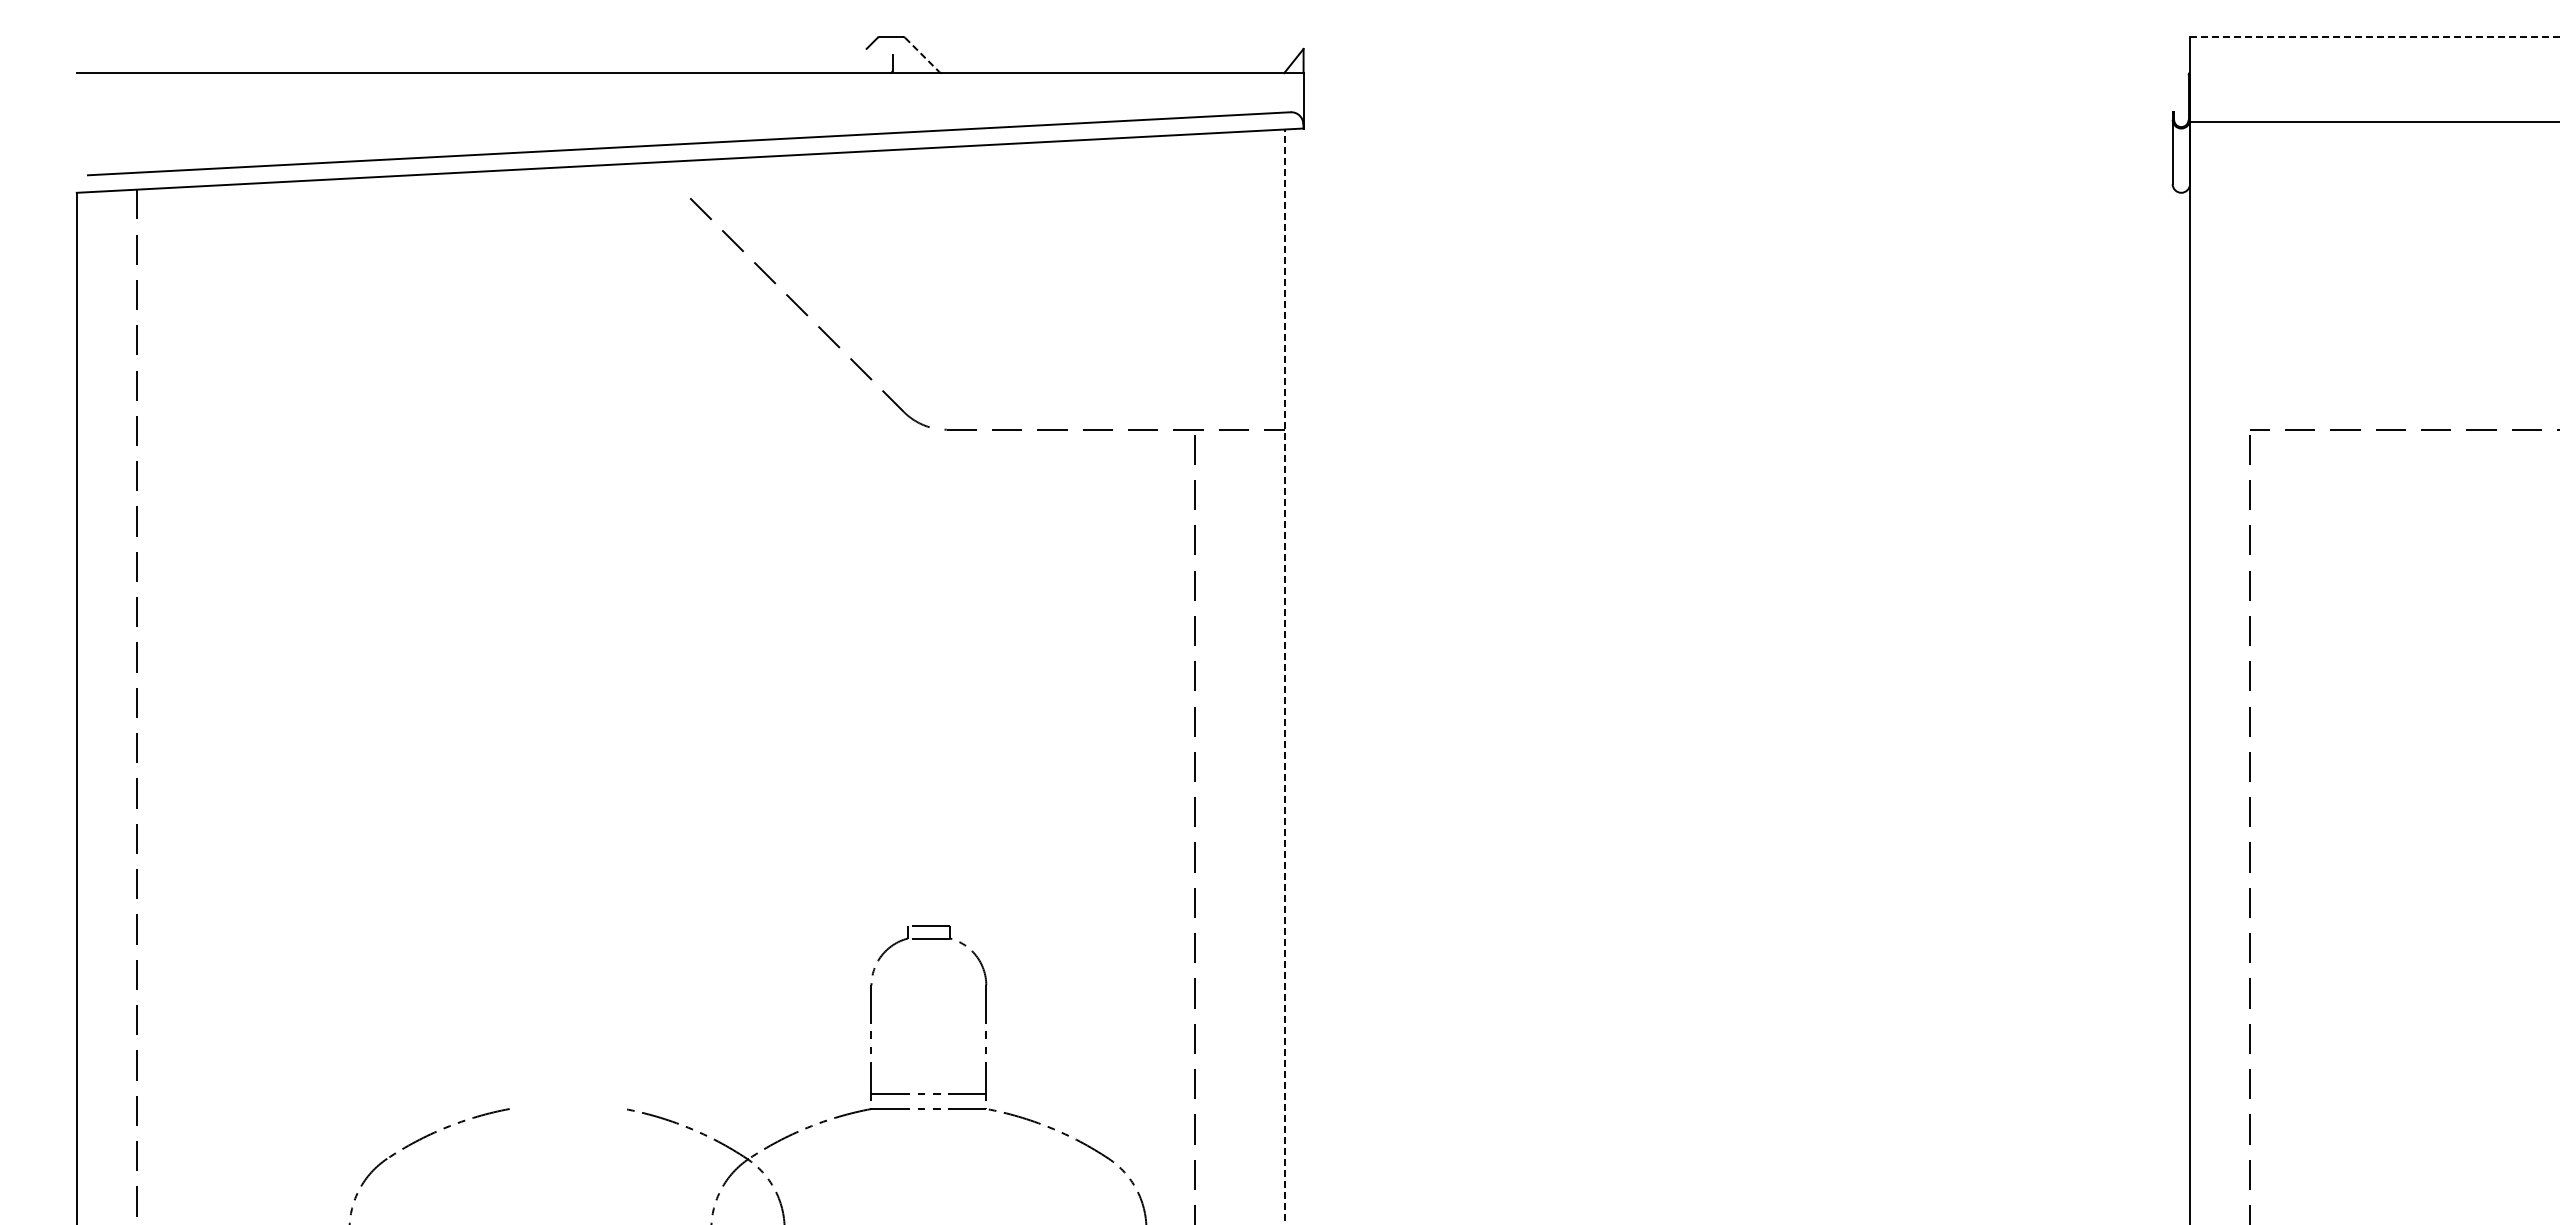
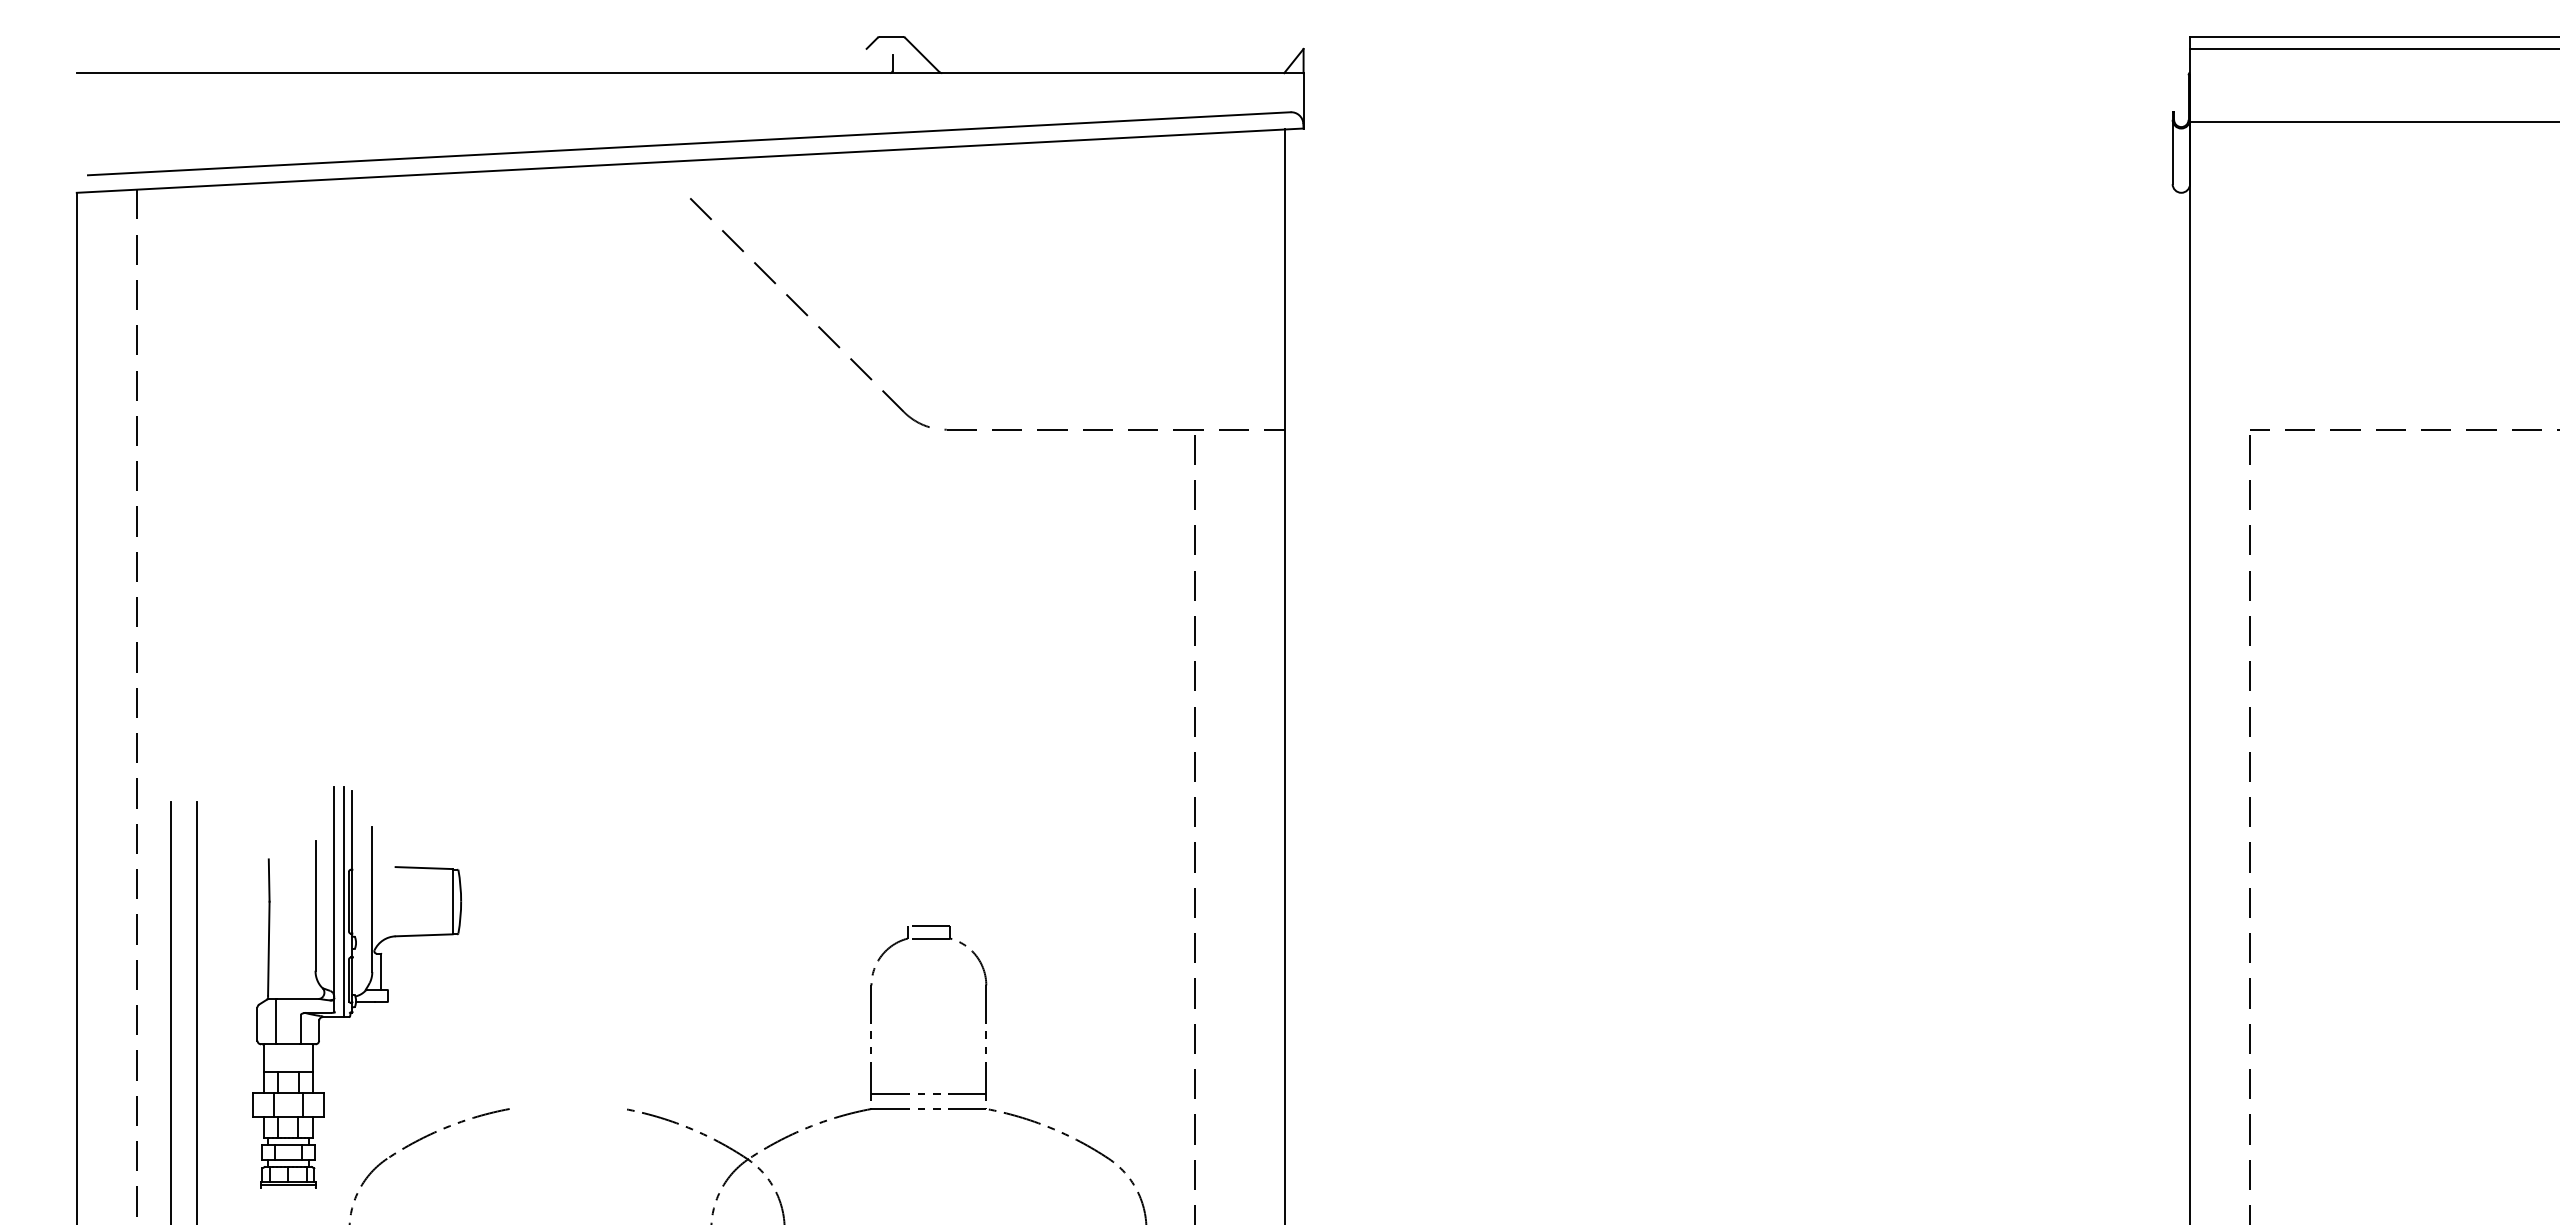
line at (2375, 36): dashed -> solid
line at (2373, 49): none -> present
line at (922, 55): dashed -> solid
line at (1285, 676): dashed -> solid
part at (356, 987): none -> present
line at (170, 1011): none -> present
line at (196, 1011): none -> present
